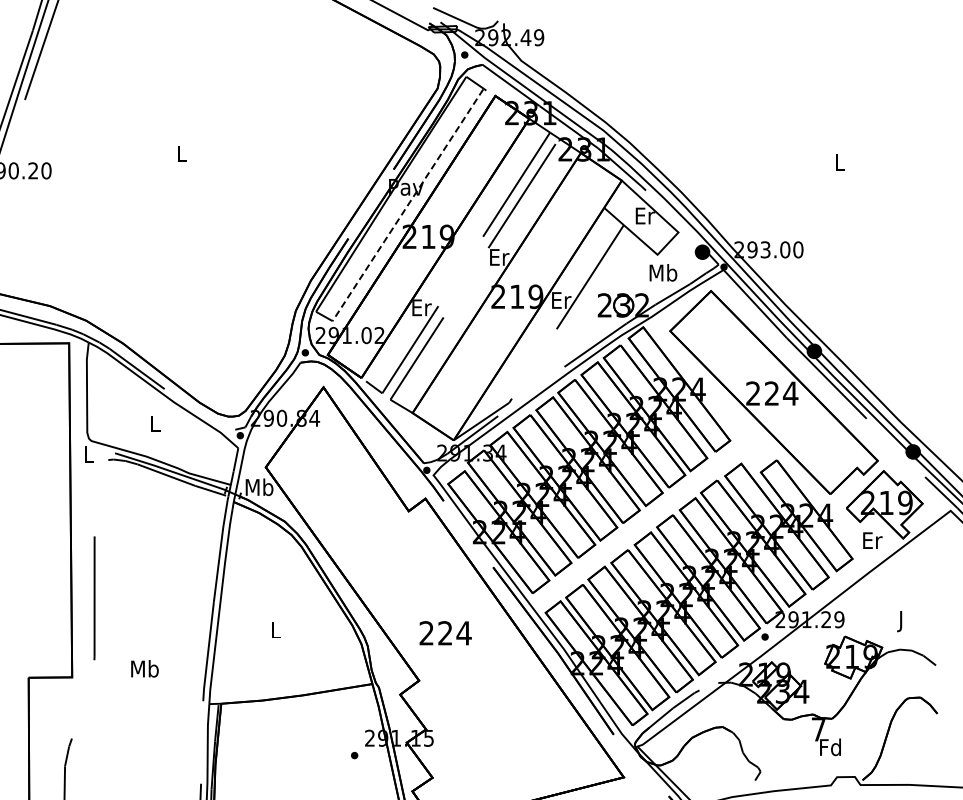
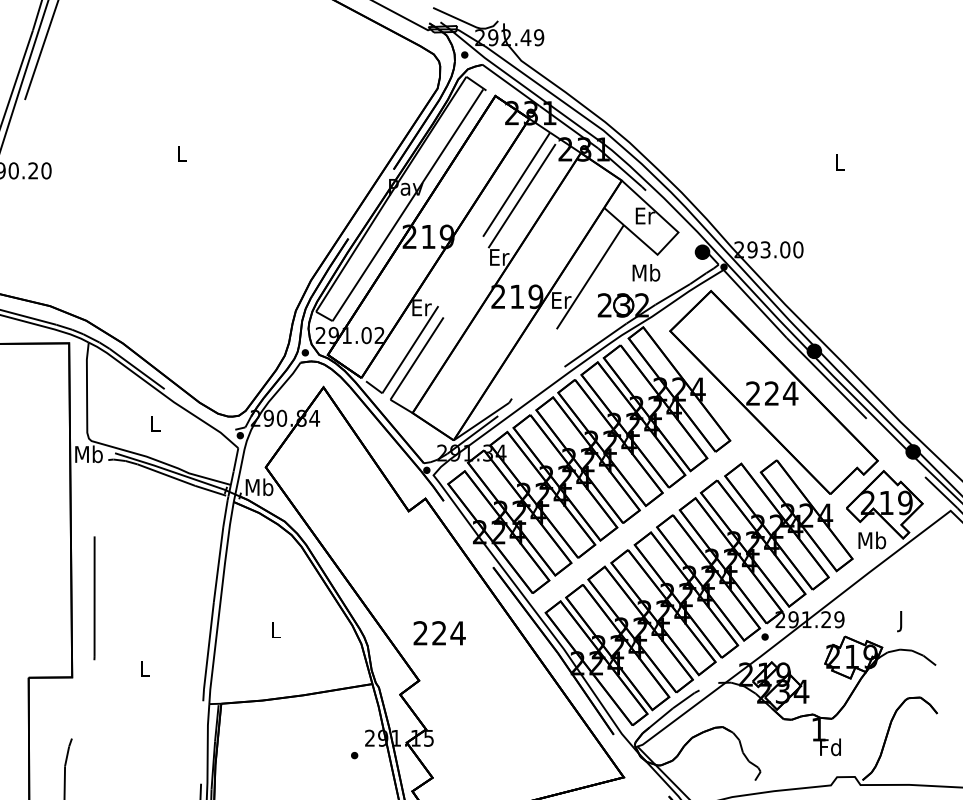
line at (407, 205): dashed -> solid
text at (663, 272) position: (663, 272) -> (646, 272)
text at (88, 454): L -> Mb
text at (872, 540): Er -> Mb
text at (445, 633) position: (445, 633) -> (439, 633)
text at (144, 668): Mb -> L
text at (818, 729): 7 -> 1
